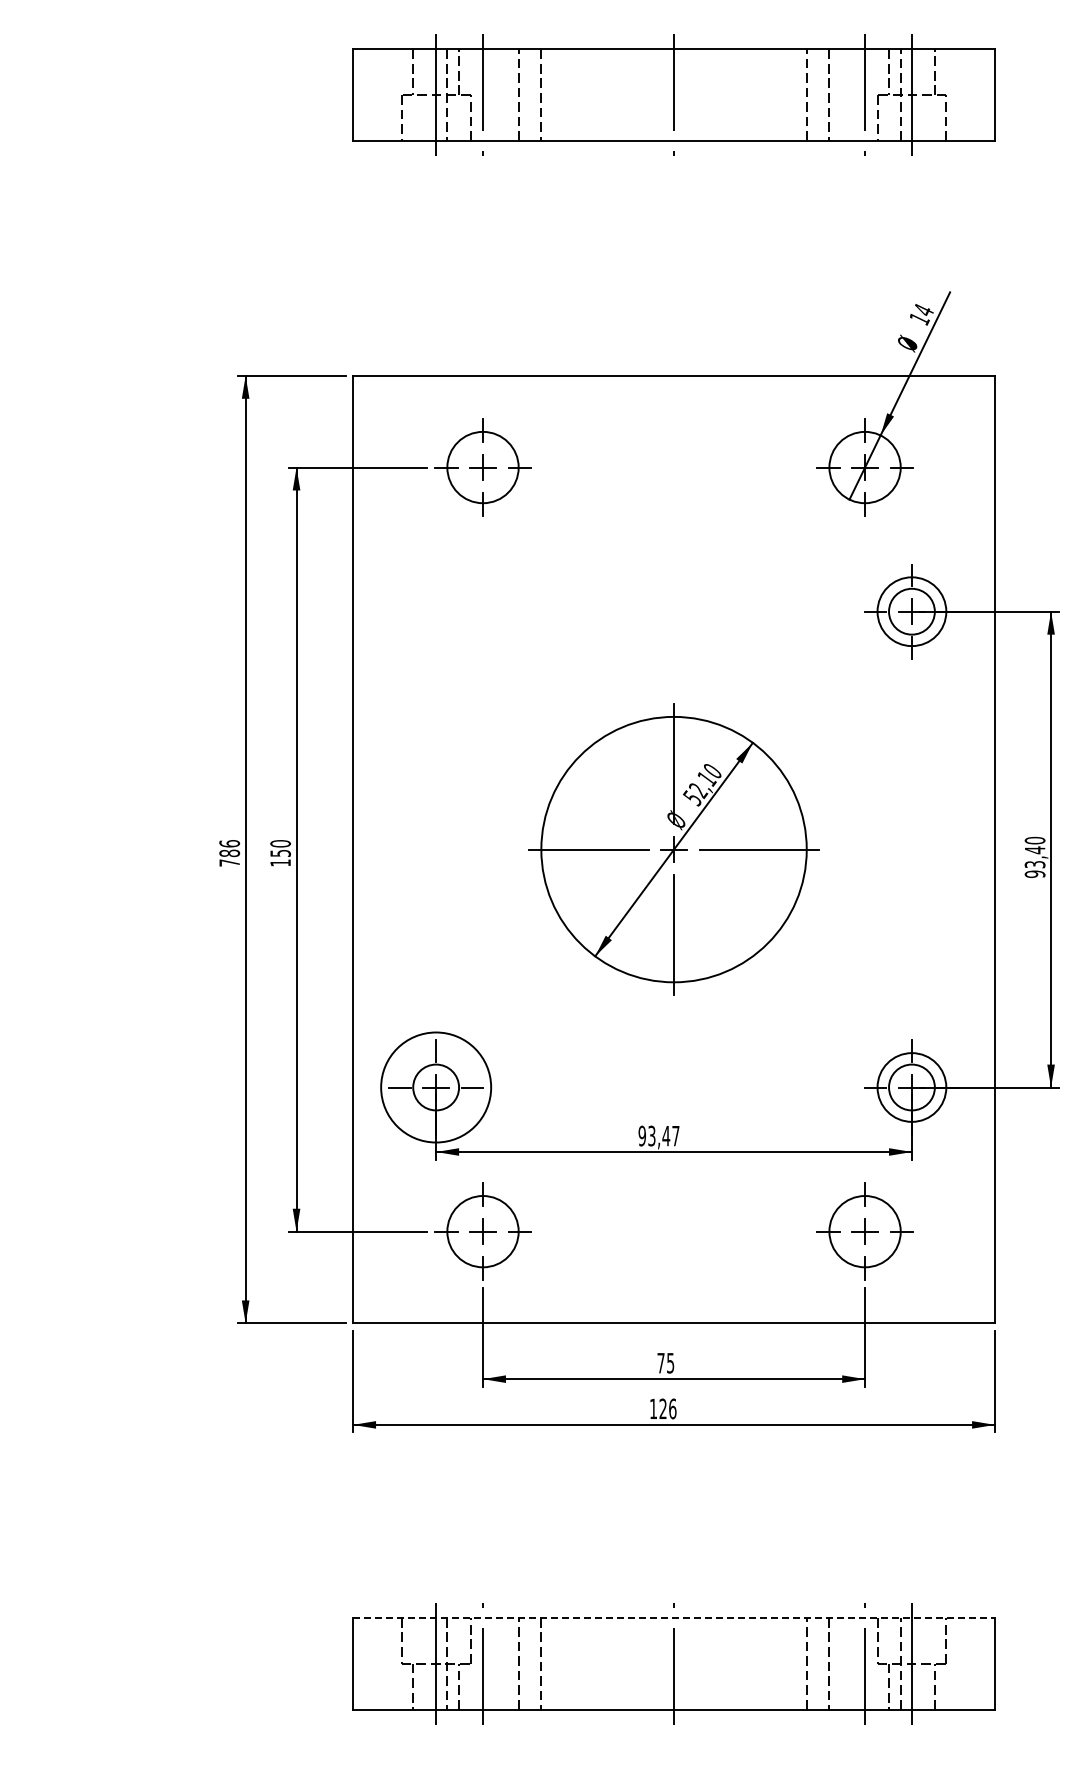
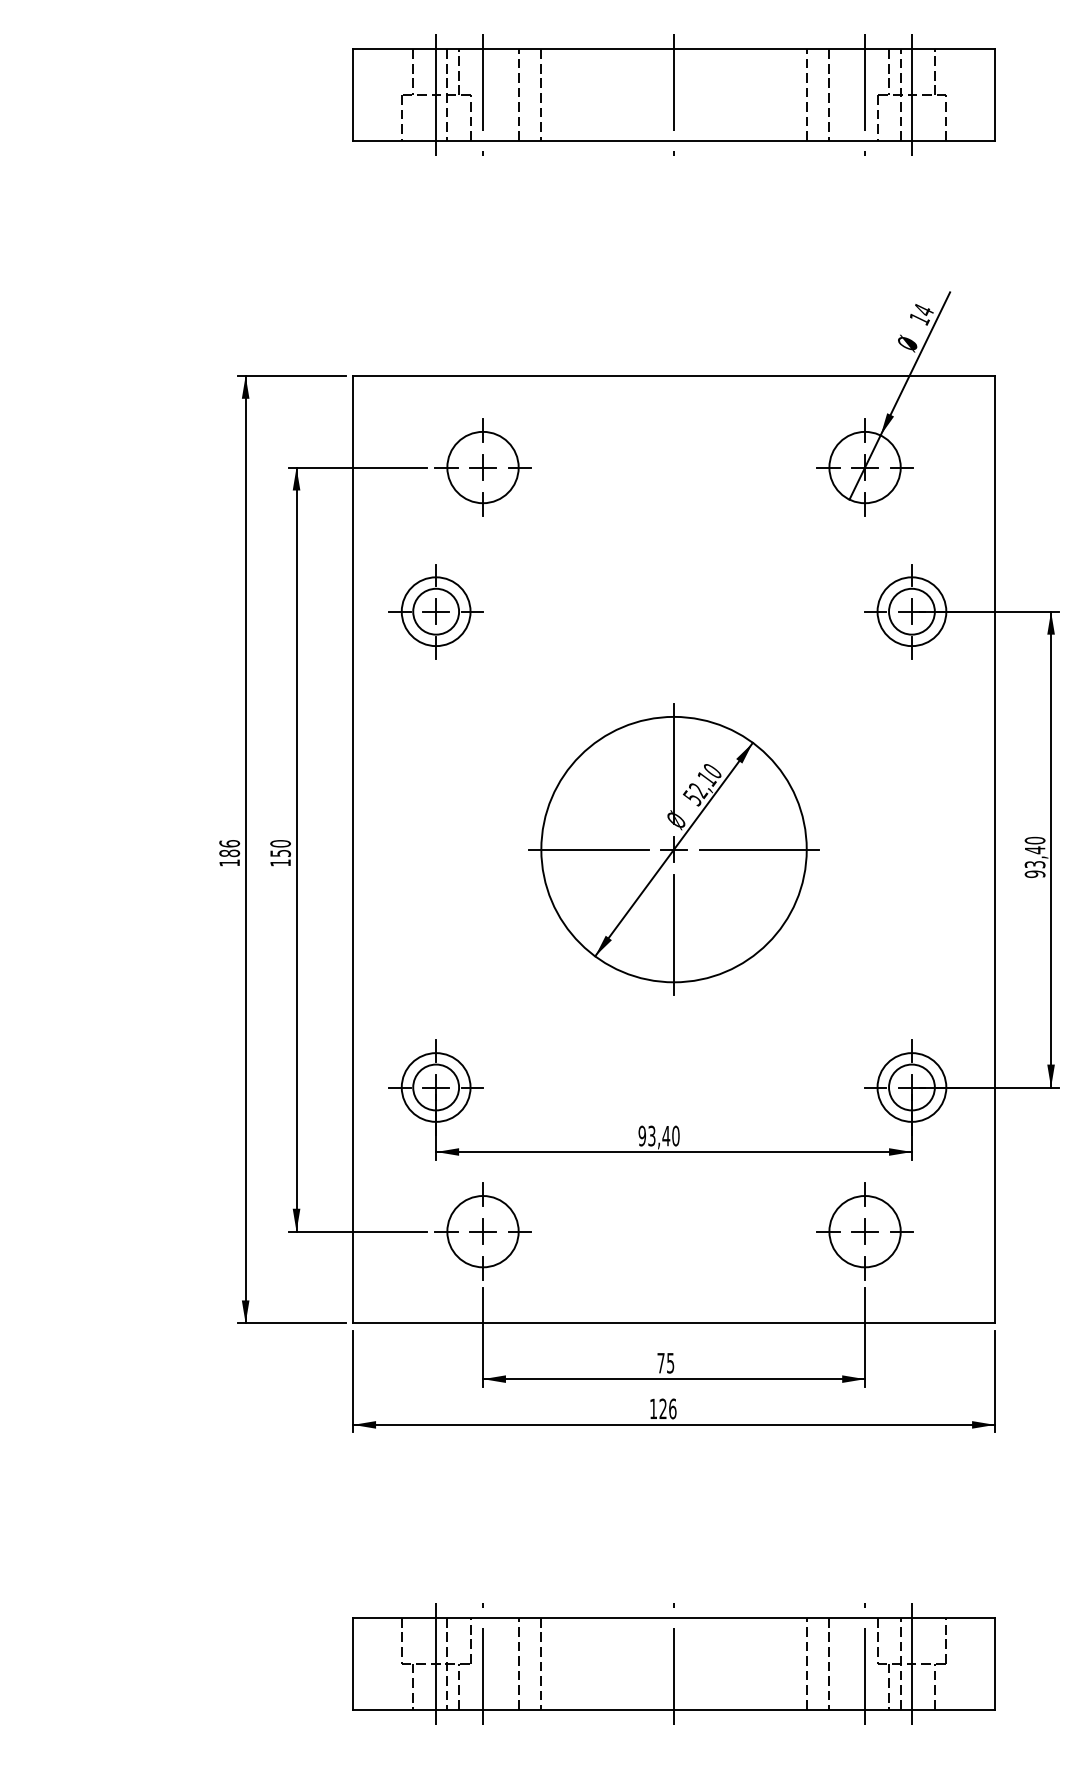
part at (435, 611): none -> present
text at (229, 862): 786 -> 186
circle at (436, 1087) diameter: 110 px -> 69 px
text at (675, 1135): 93,47 -> 93,40
line at (674, 1617): dashed -> solid
